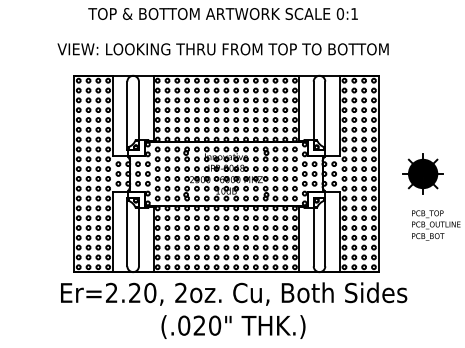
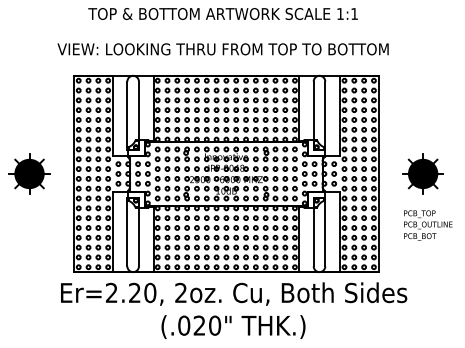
text at (340, 13): 0:1 -> 1:1
part at (29, 173): none -> present
text at (436, 225) position: (436, 225) -> (428, 225)
